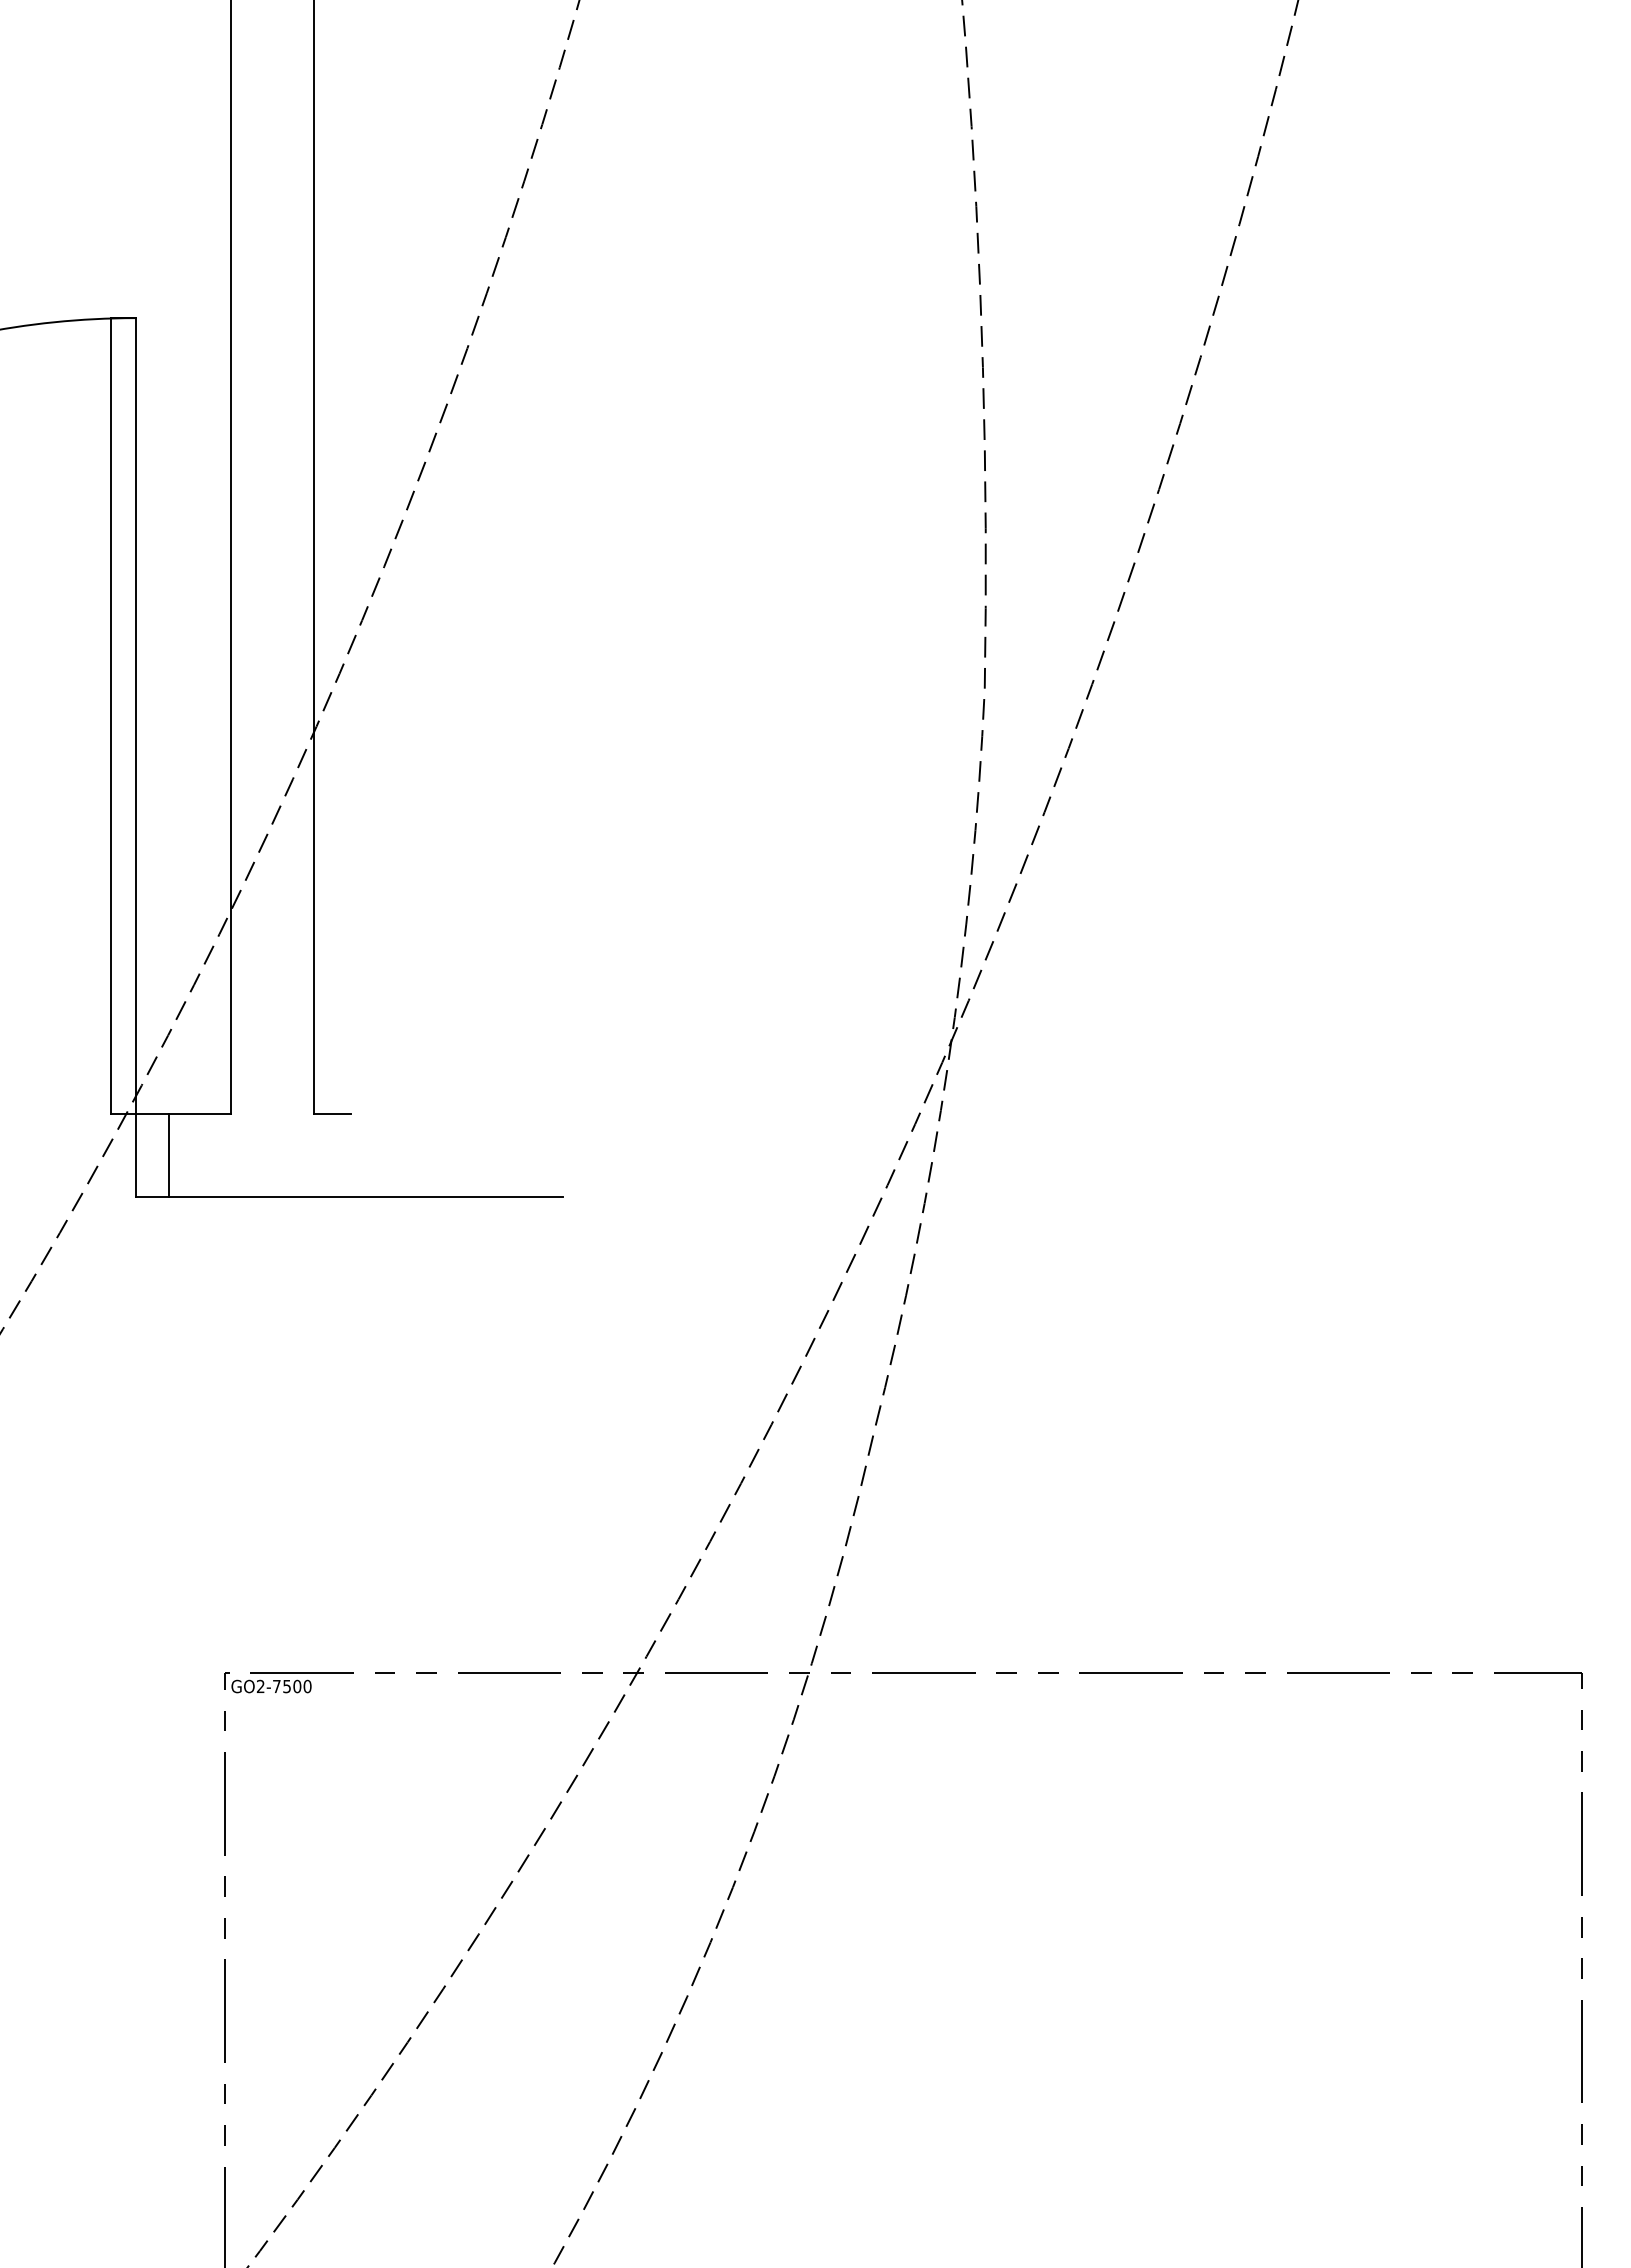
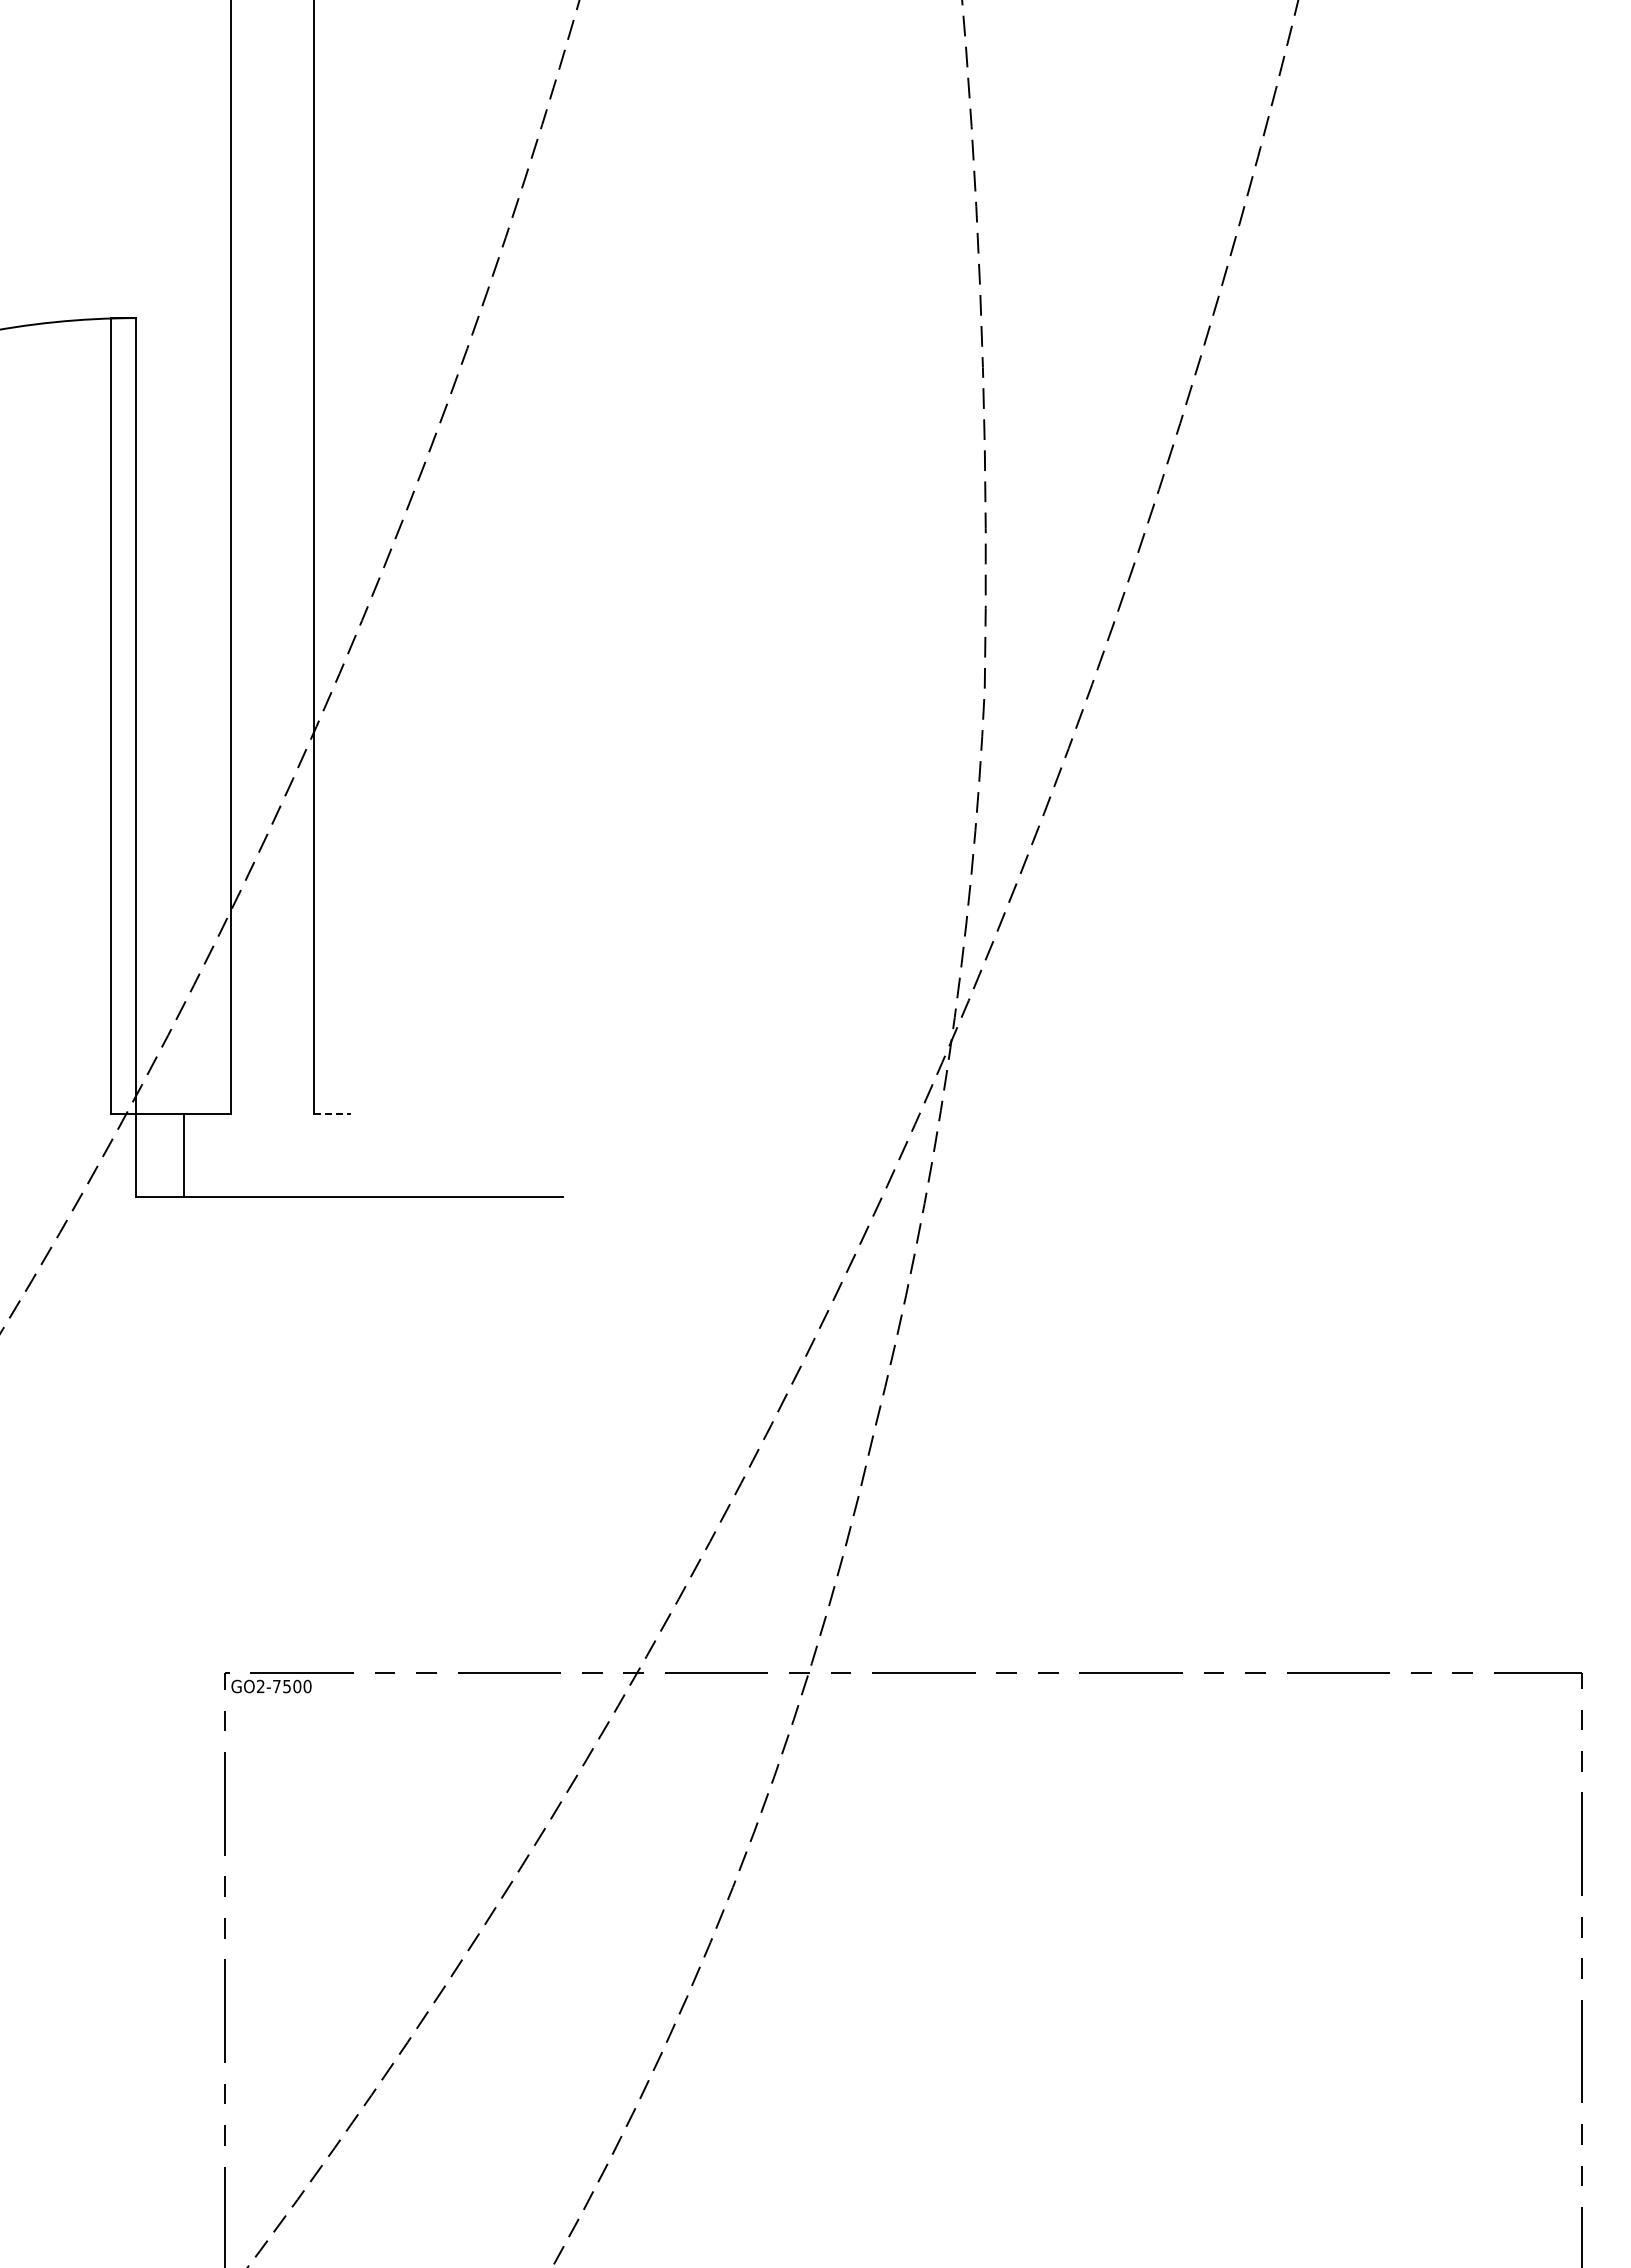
line at (333, 1113): solid -> dashed
line at (168, 1154) position: (168, 1154) -> (183, 1154)
